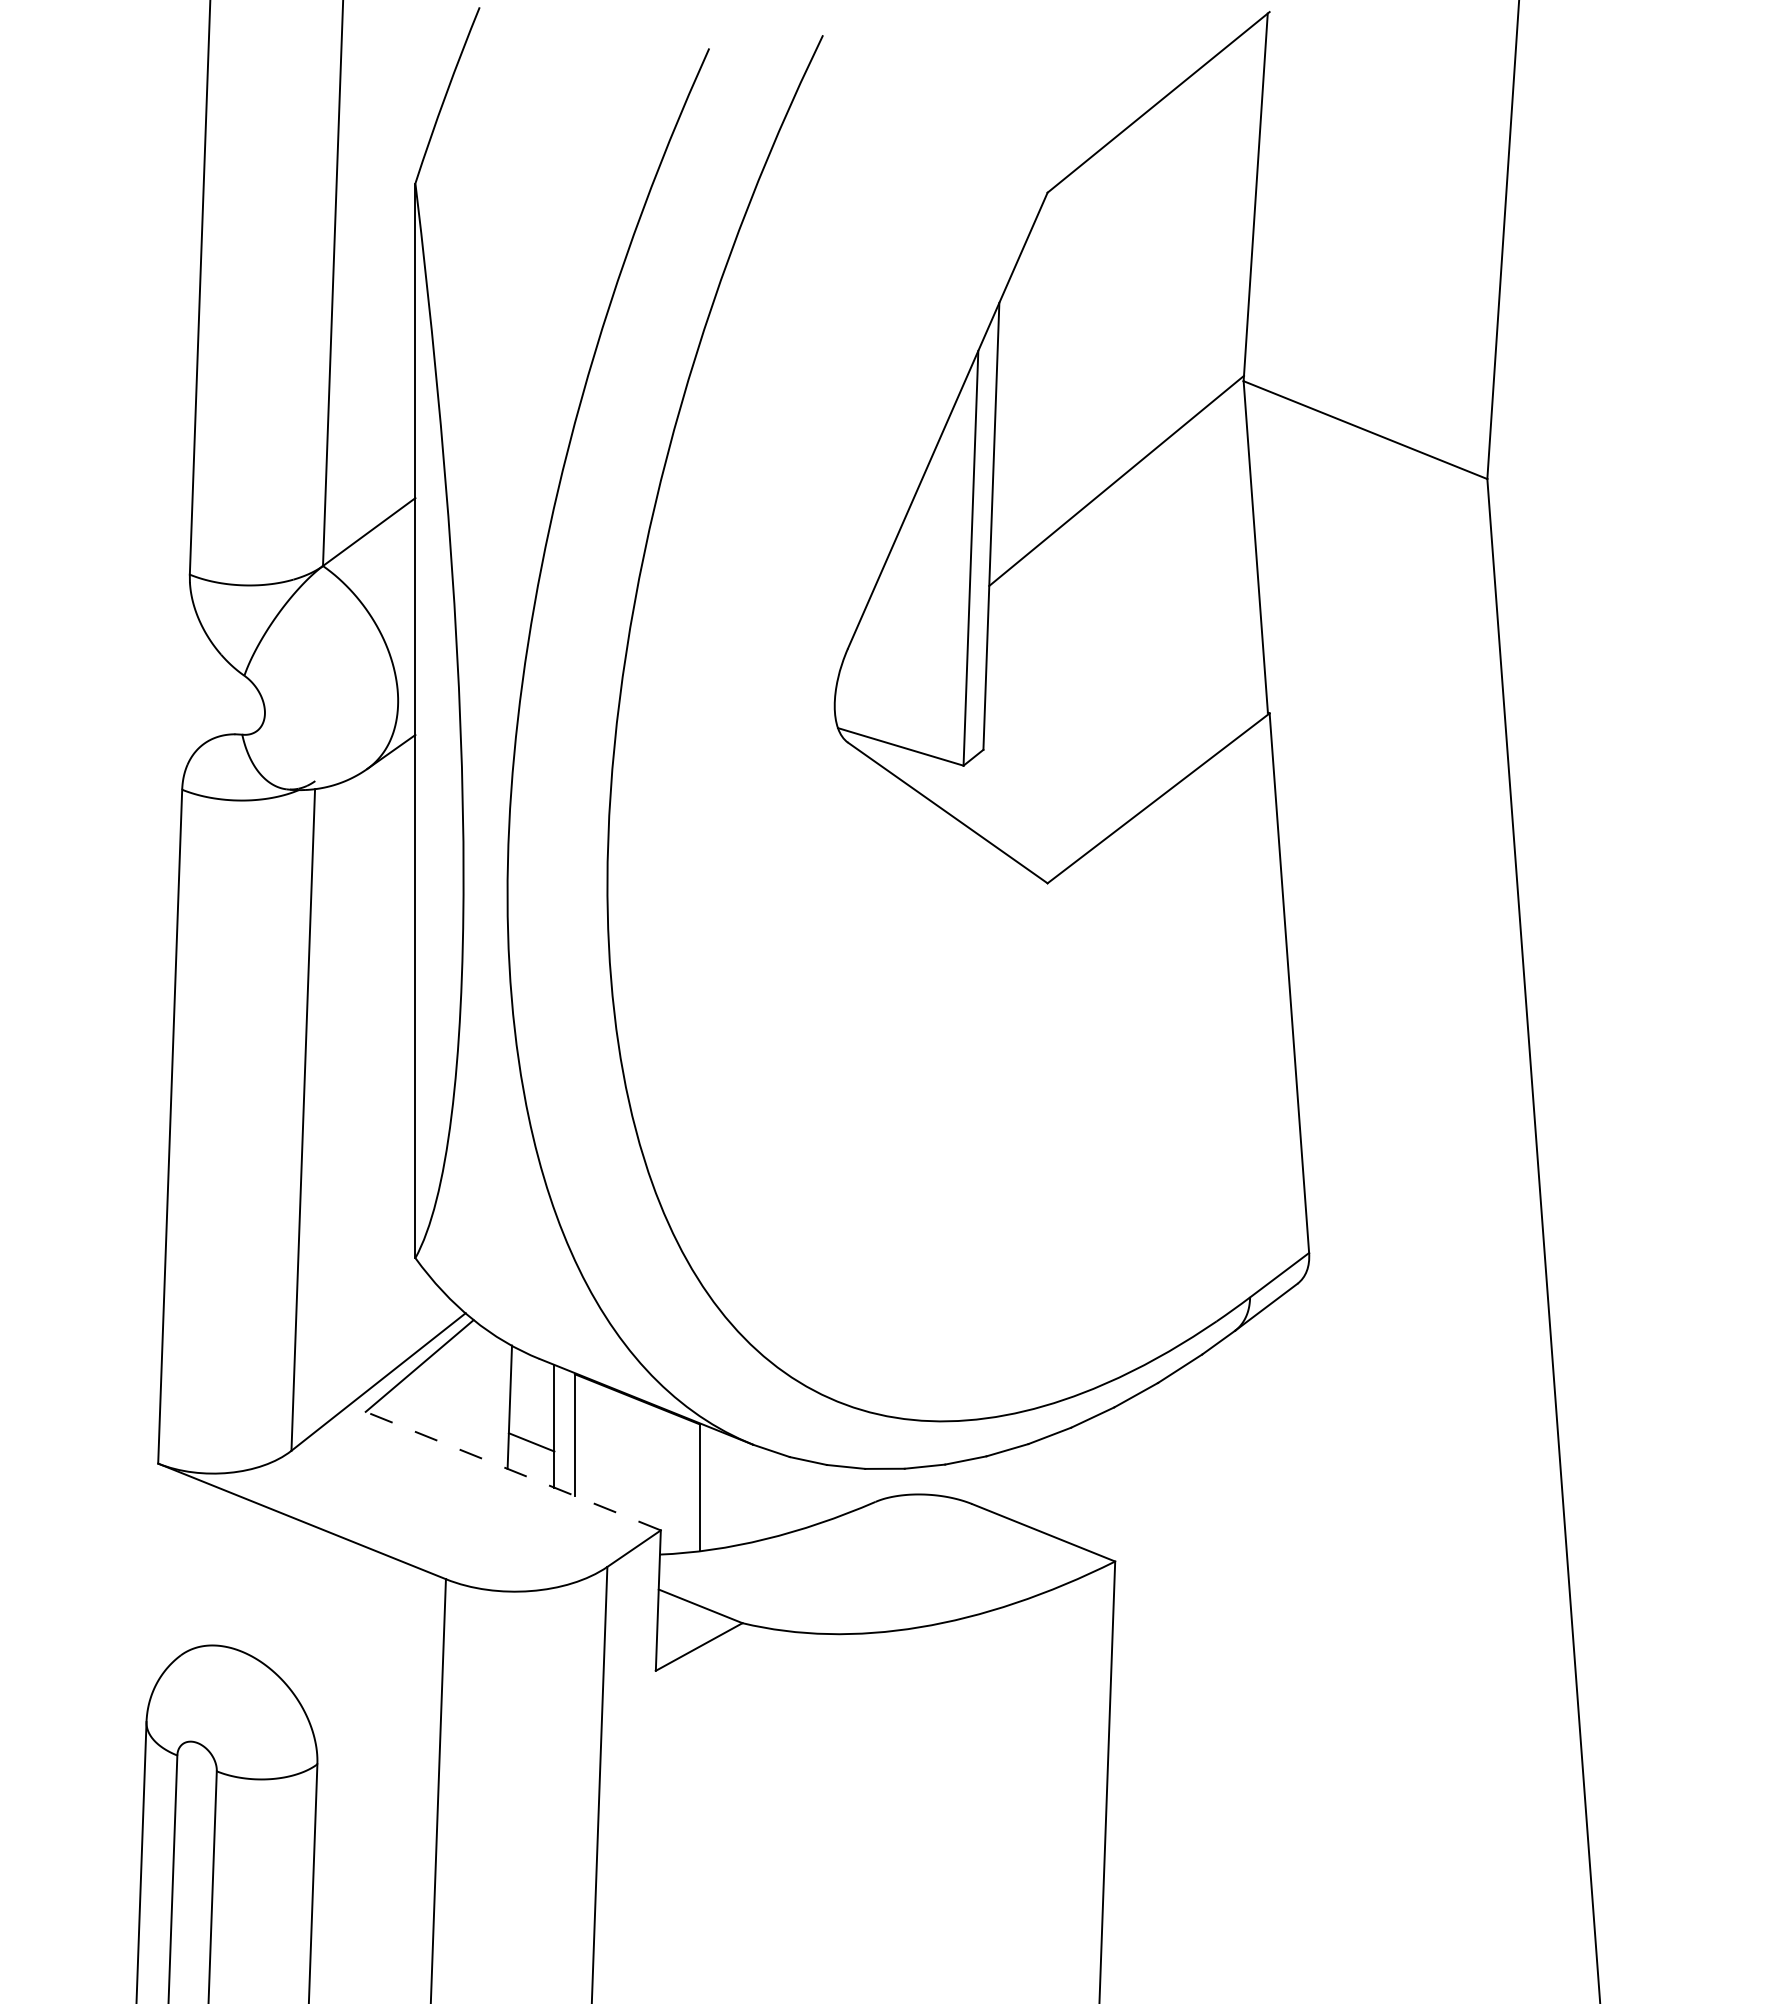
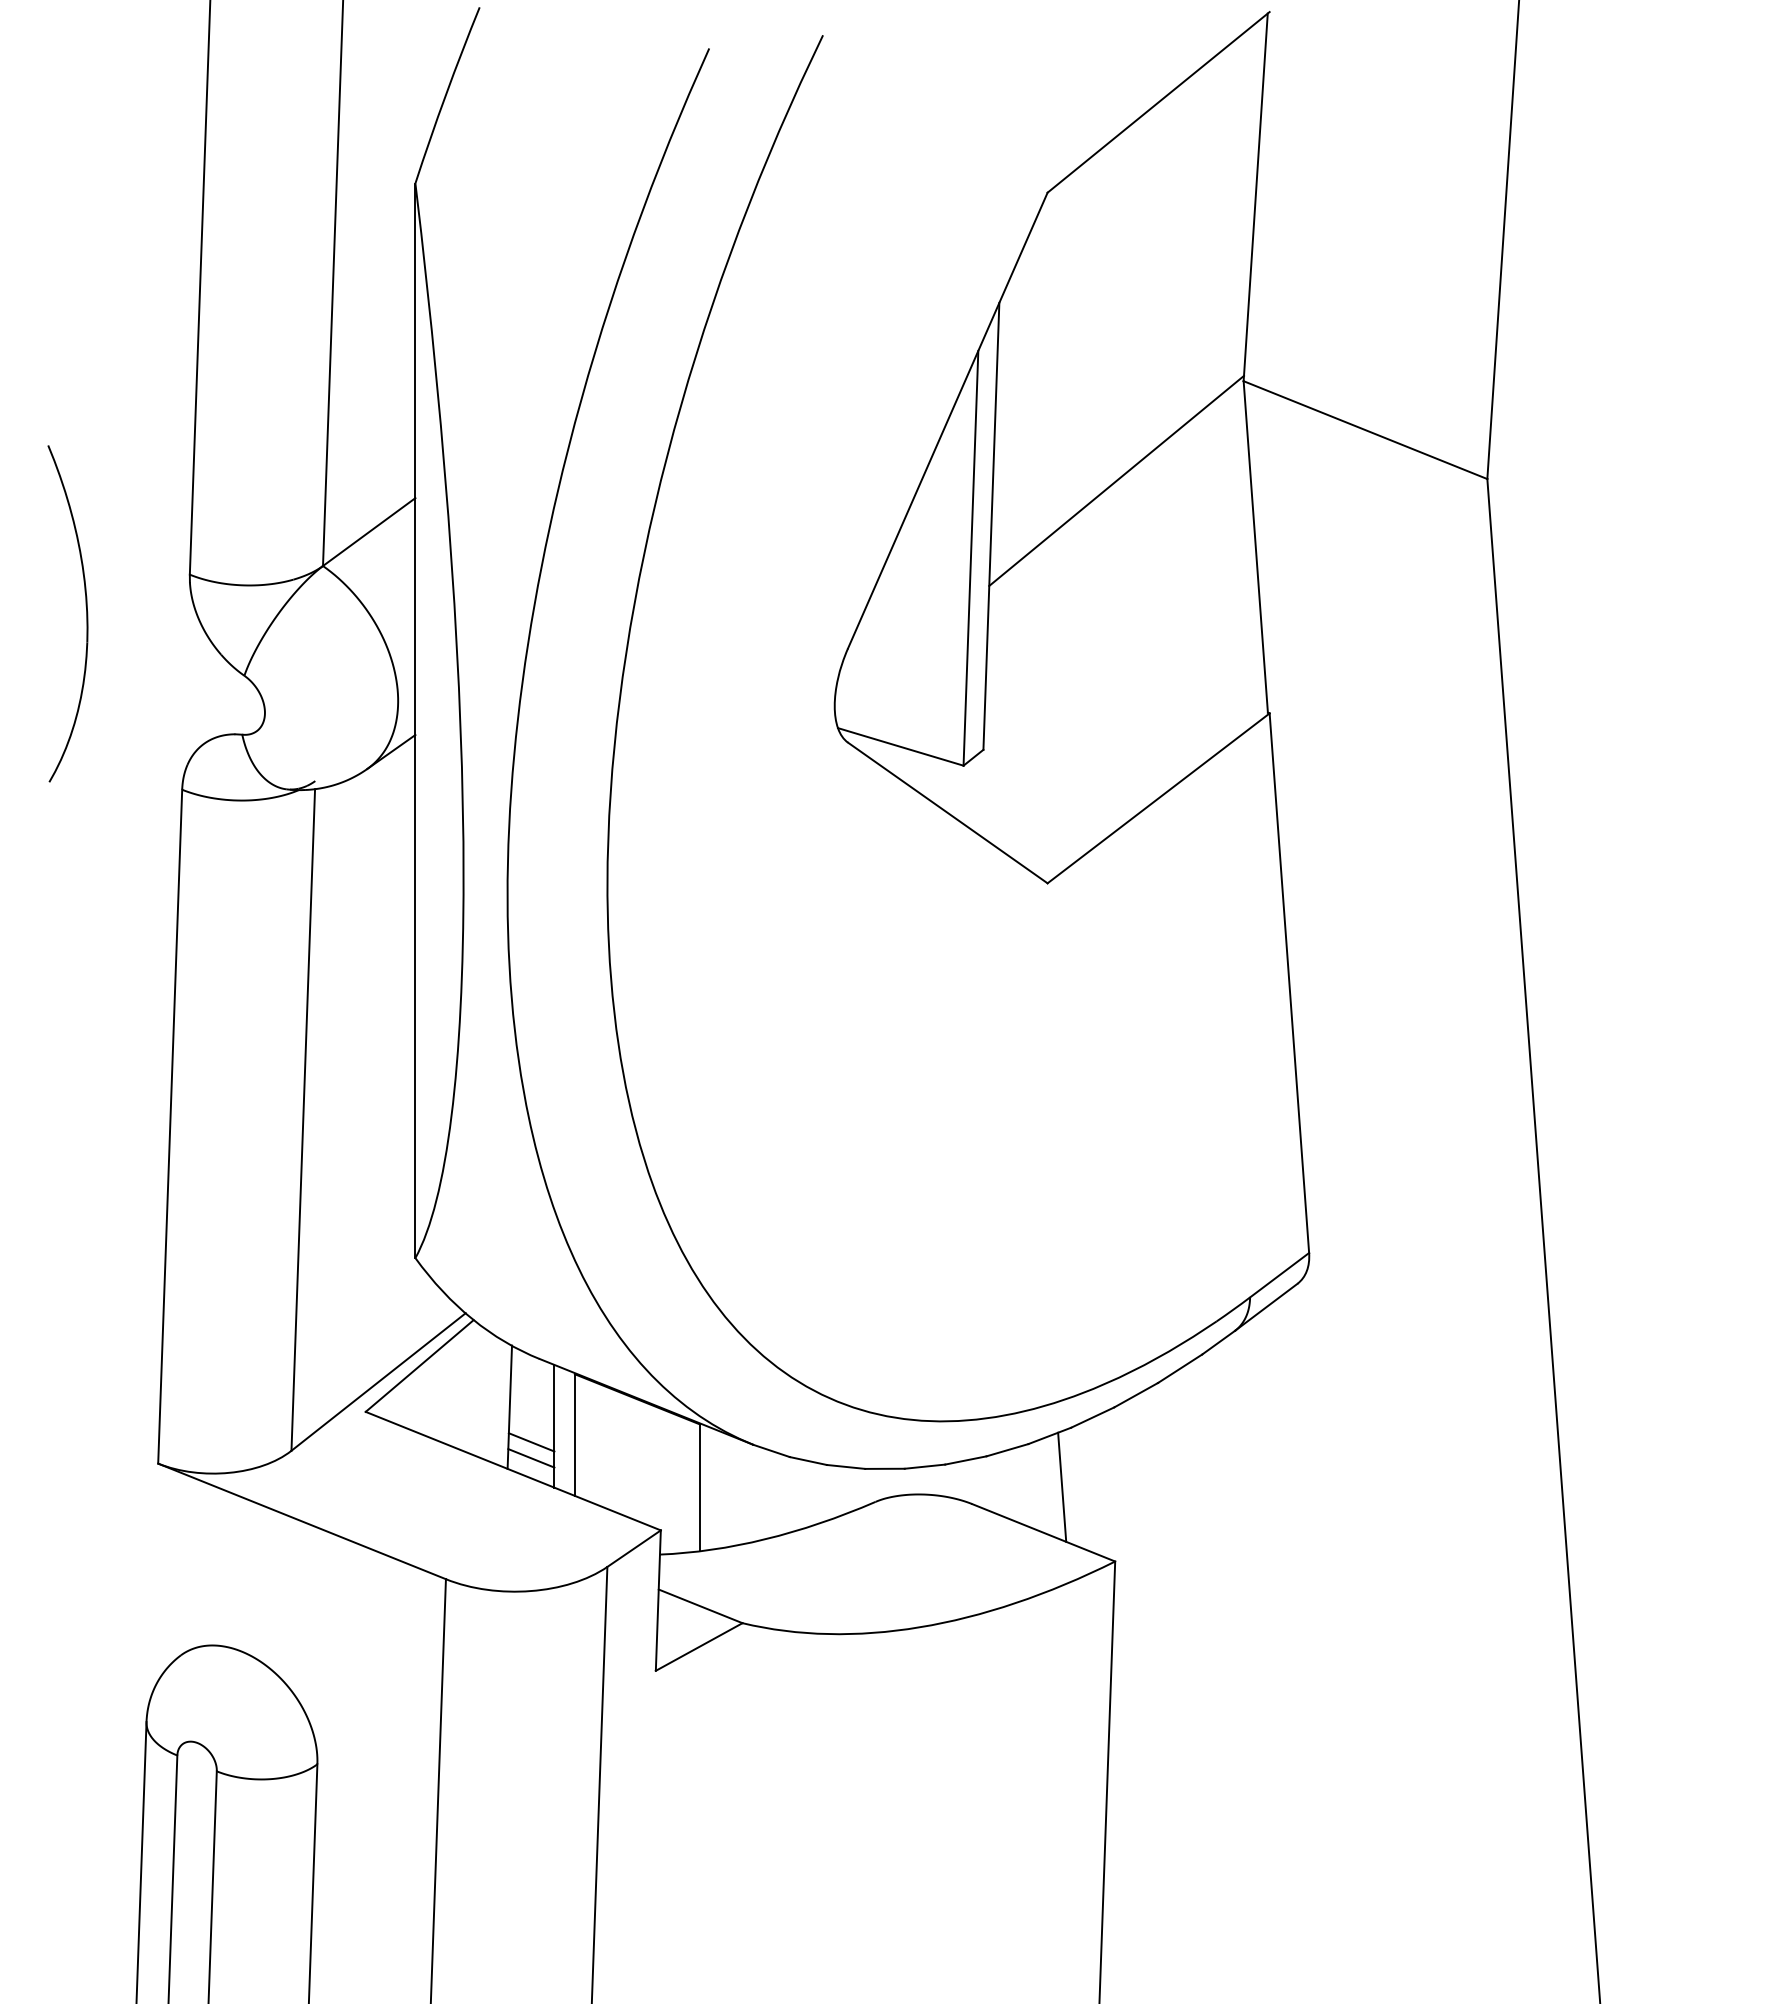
part at (86, 613): none -> present
line at (531, 1458): none -> present
line at (512, 1470): dashed -> solid
line at (1062, 1486): none -> present
